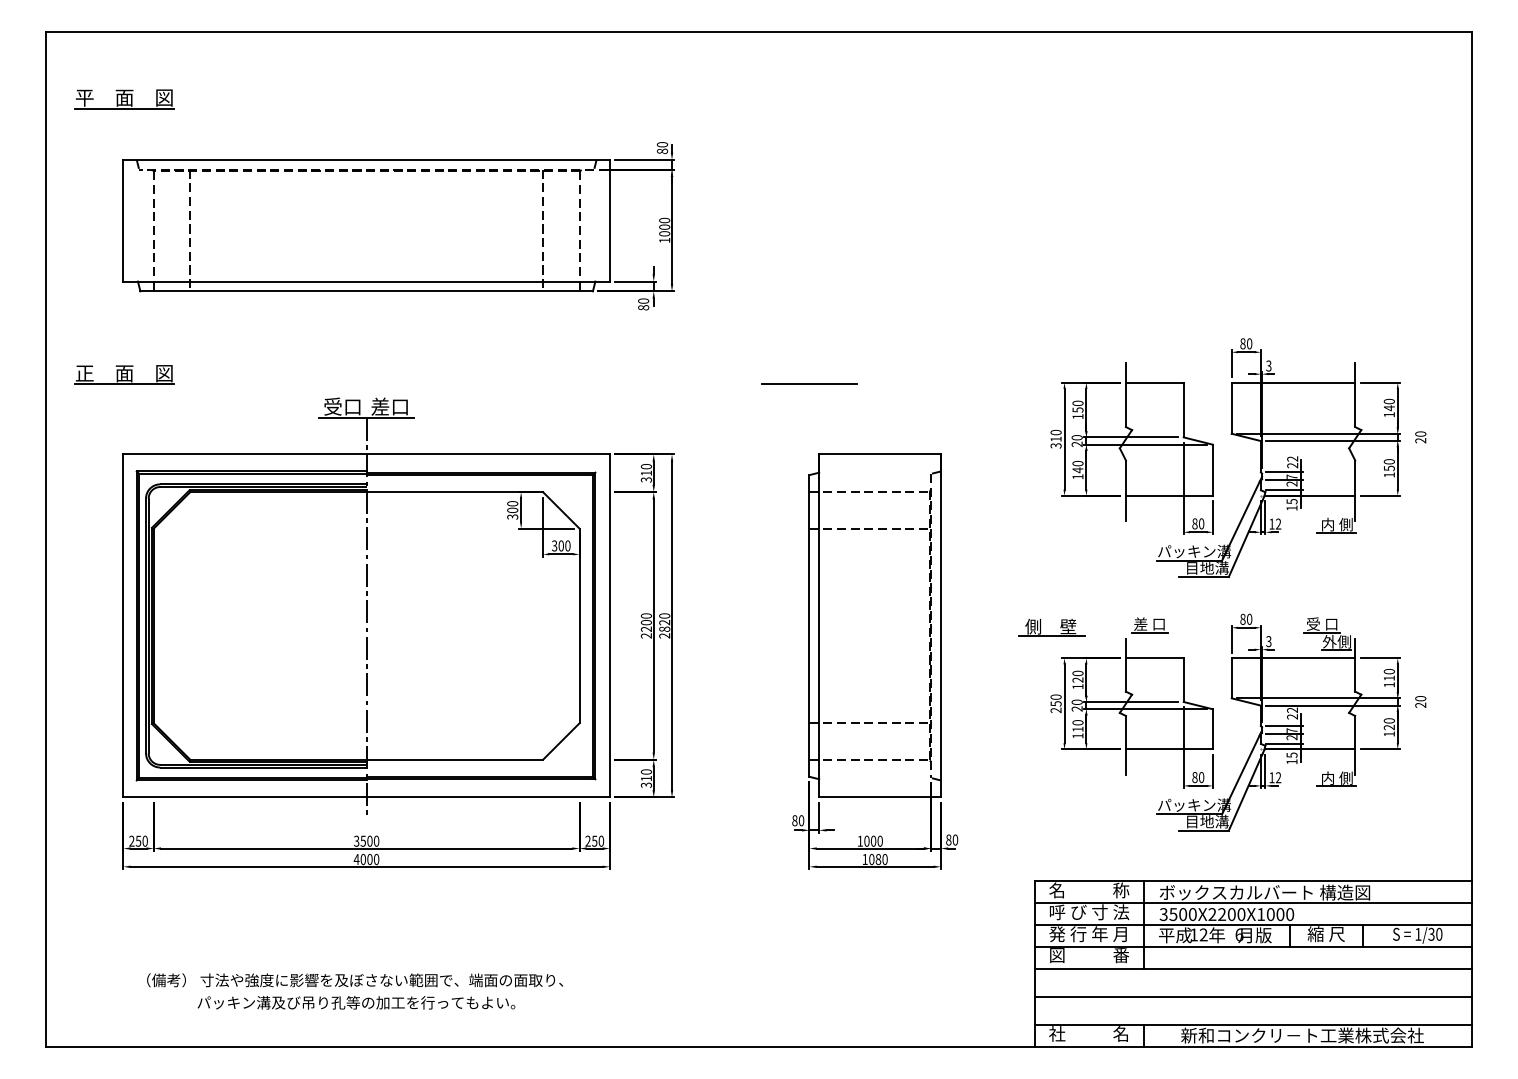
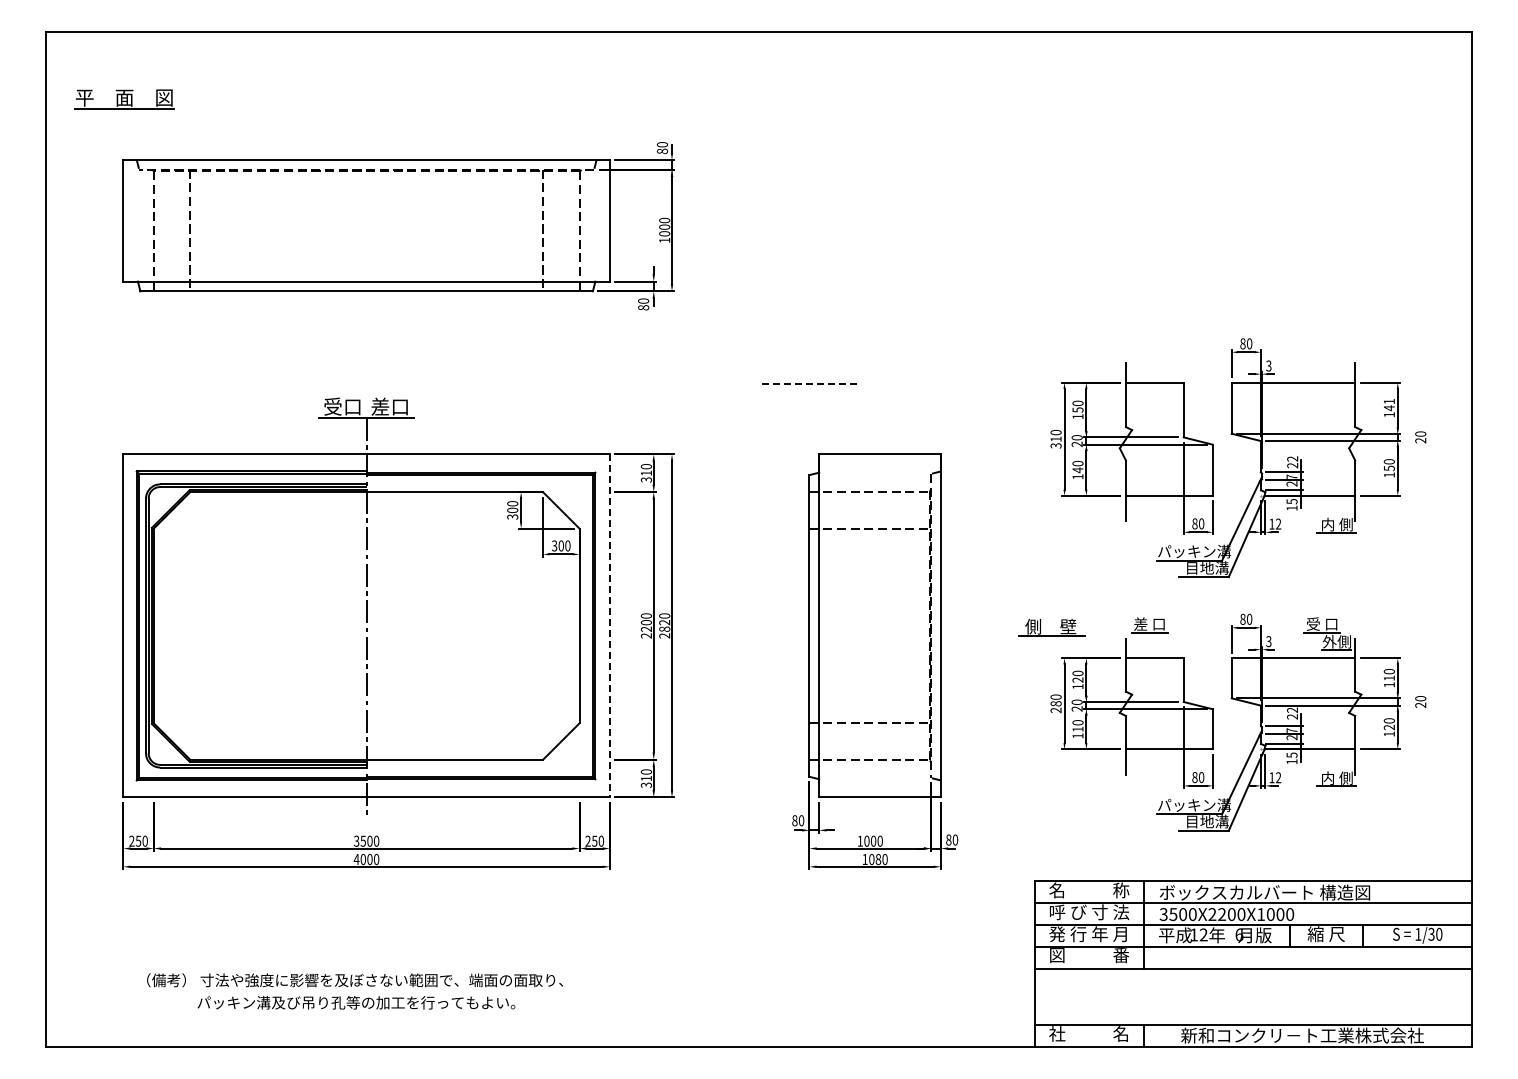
part at (124, 374): present -> none
line at (809, 384): solid -> dashed
text at (1388, 401): 140 -> 141
line at (609, 625): solid -> dashed
text at (1055, 703): 250 -> 280
line at (1253, 996): present -> none
